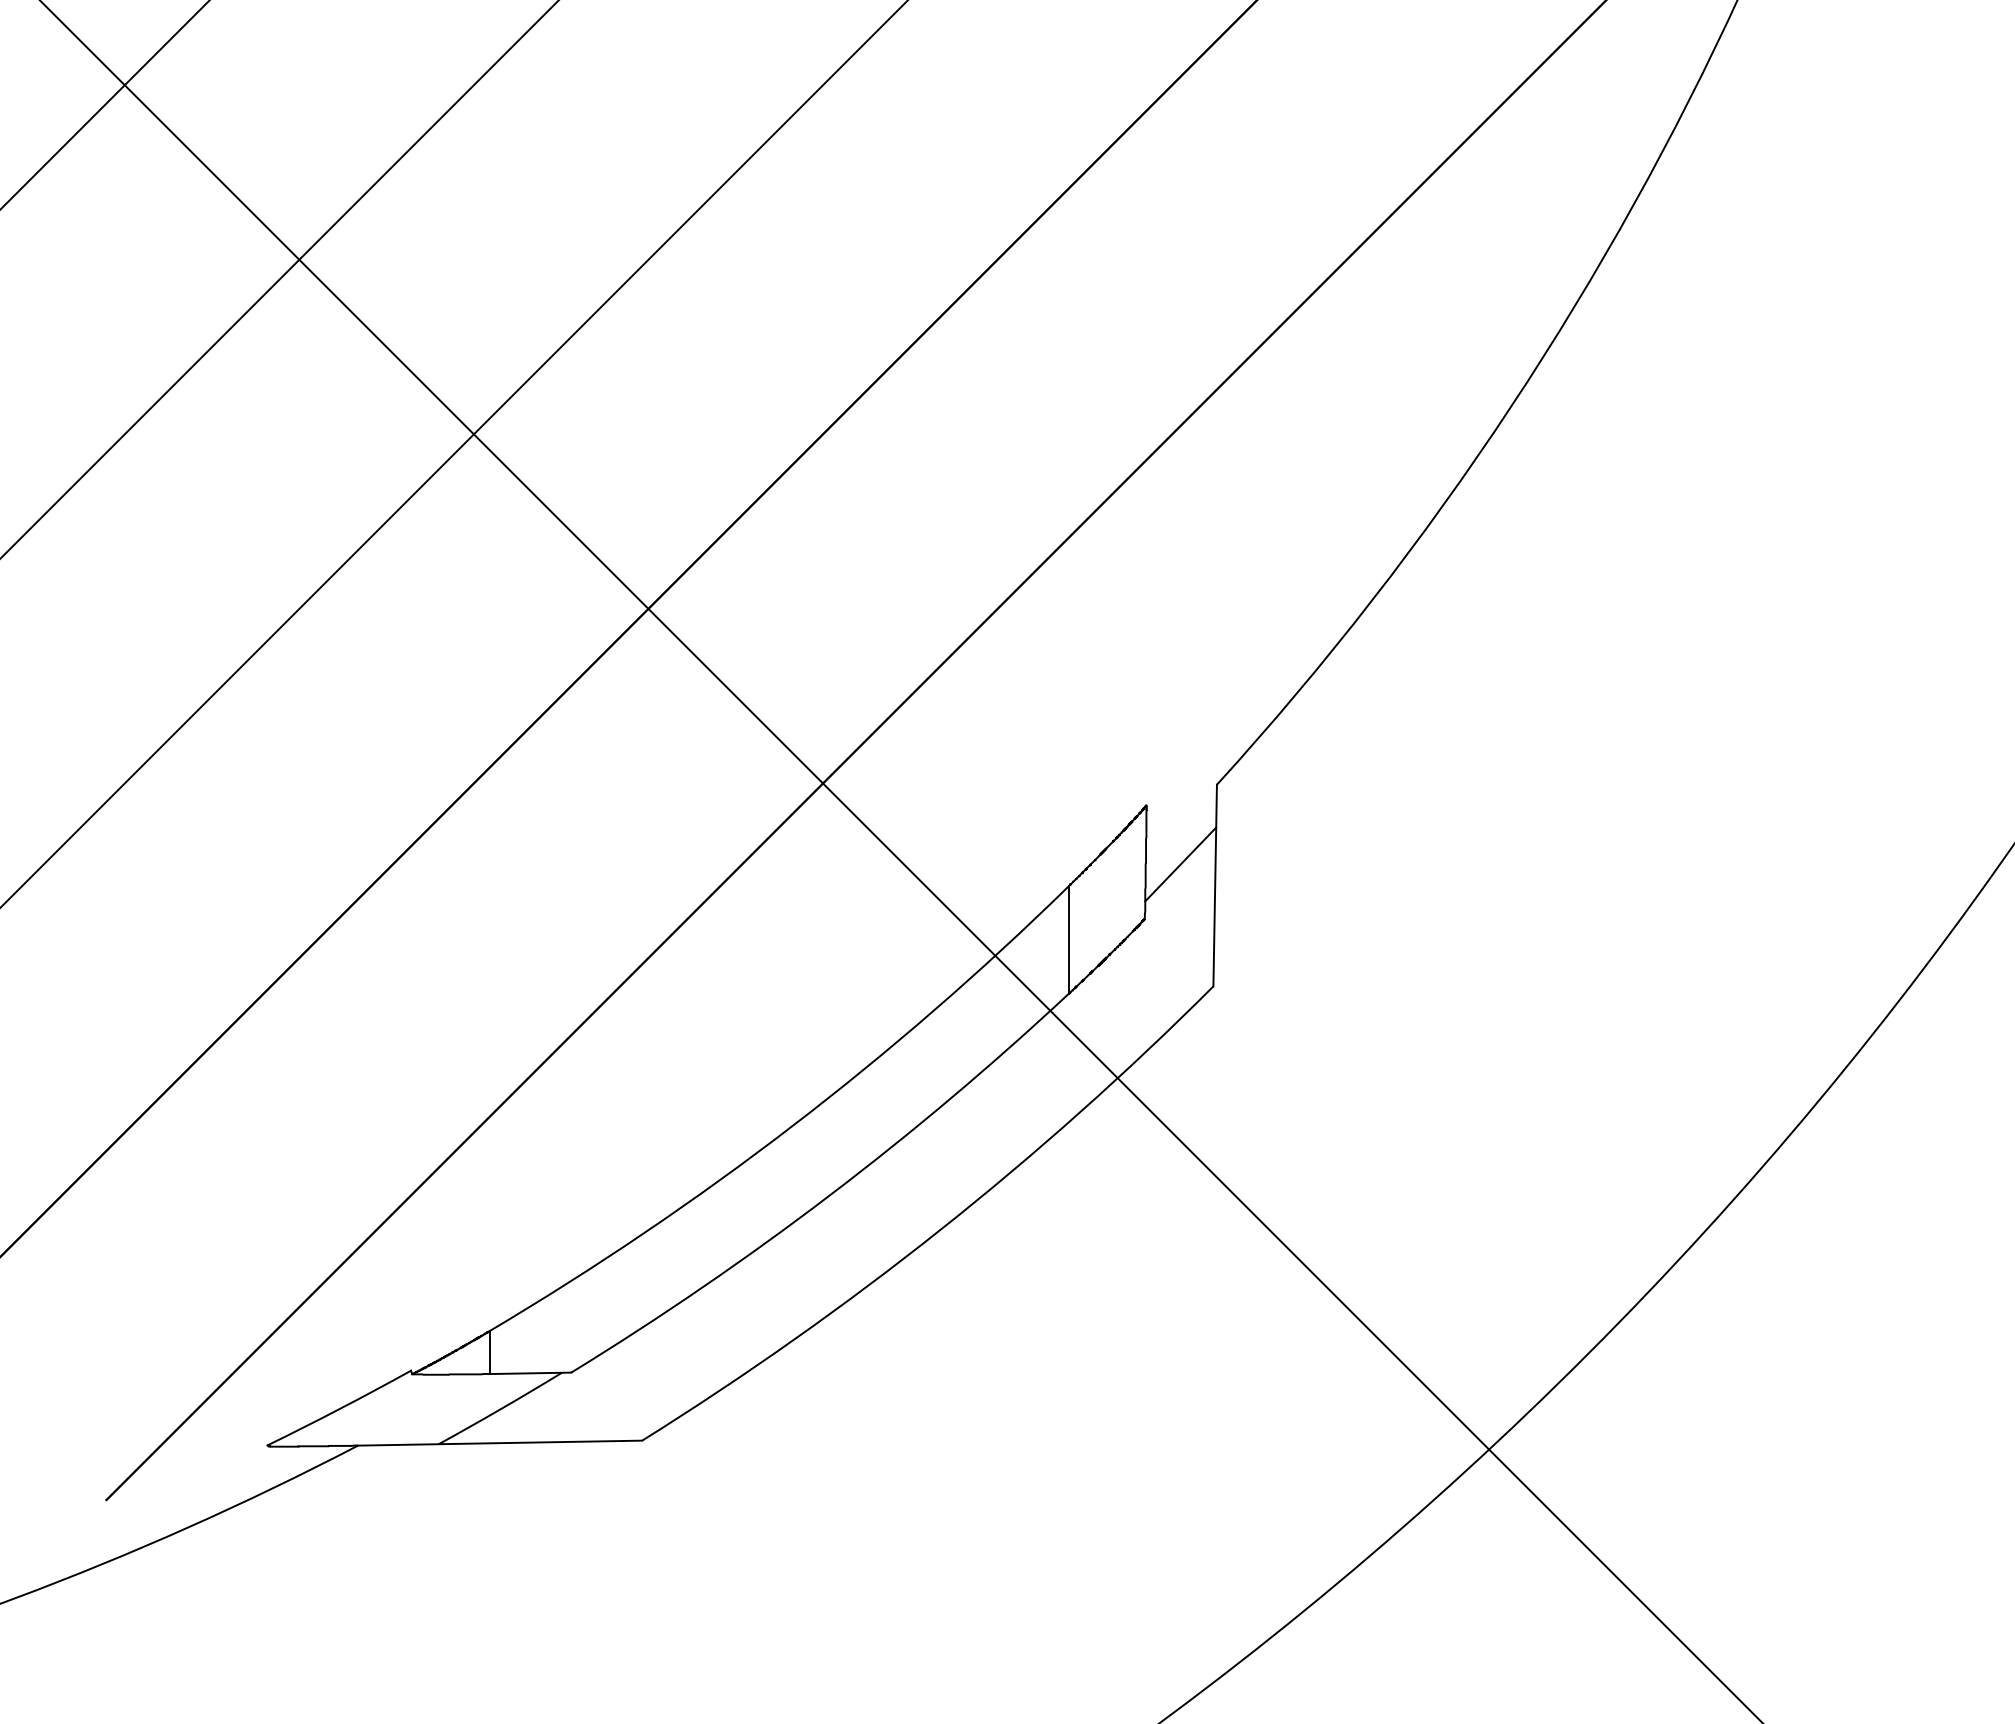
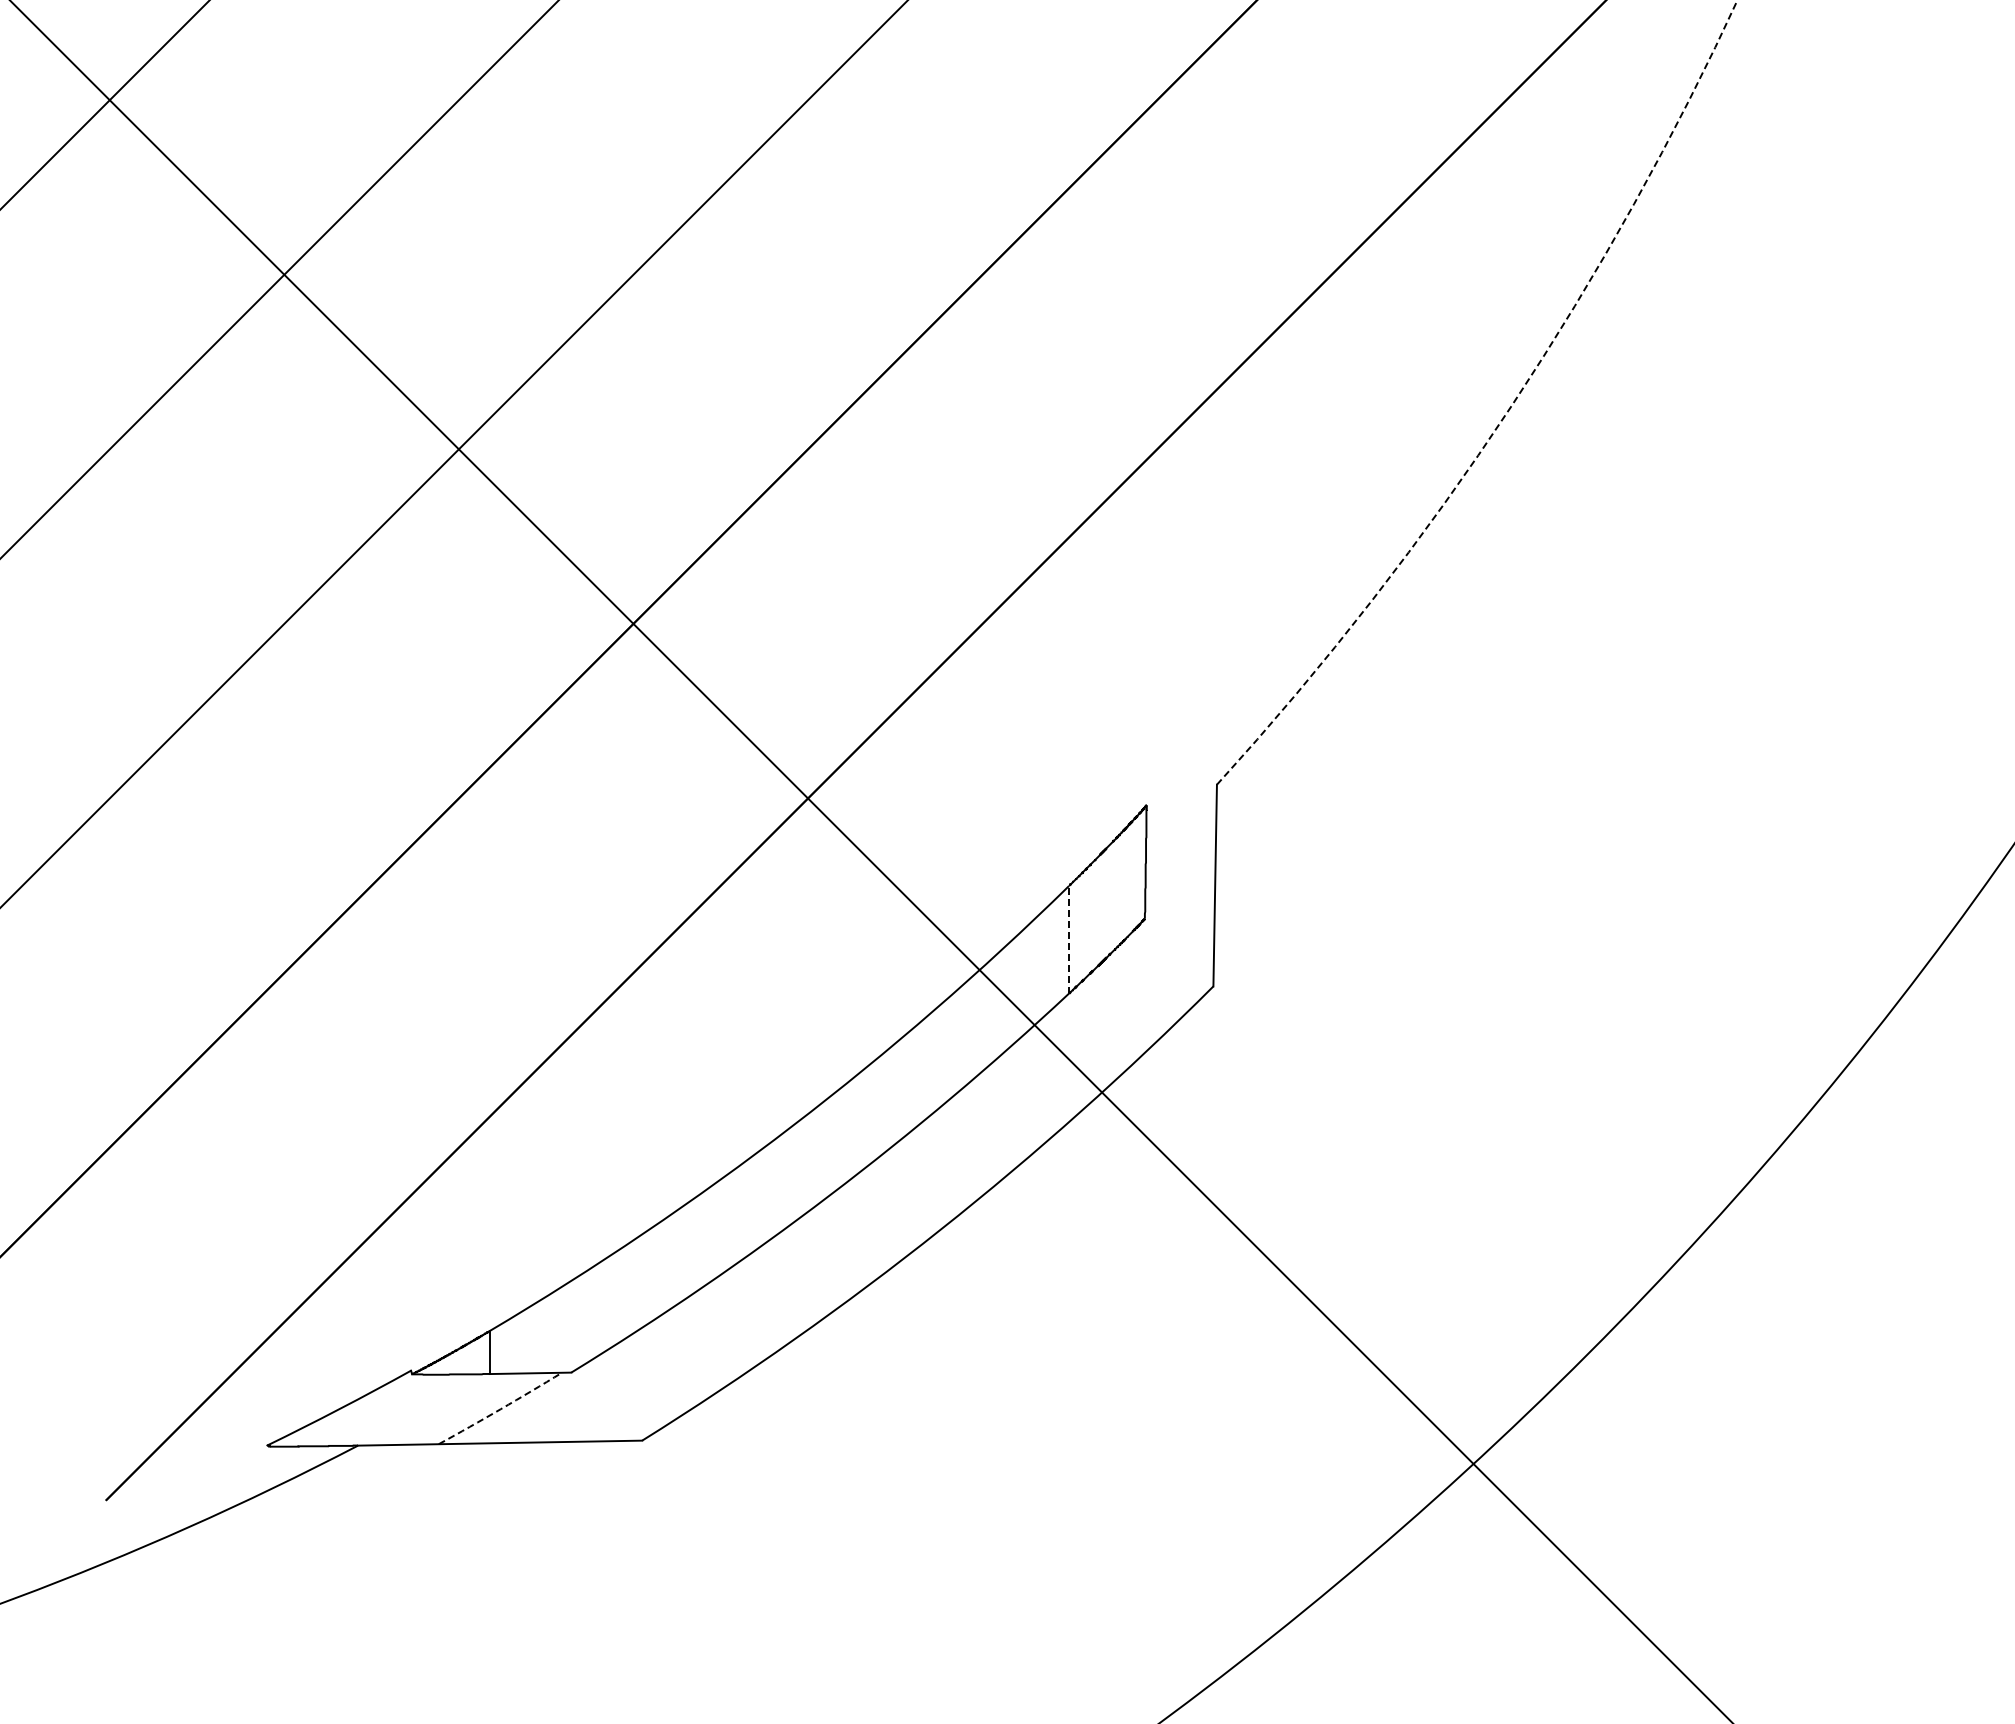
arc at (1507, 412): solid -> dashed
line at (901, 861) position: (901, 861) -> (870, 861)
line at (1180, 864): present -> none
line at (1068, 939): solid -> dashed
arc at (500, 1409): solid -> dashed
